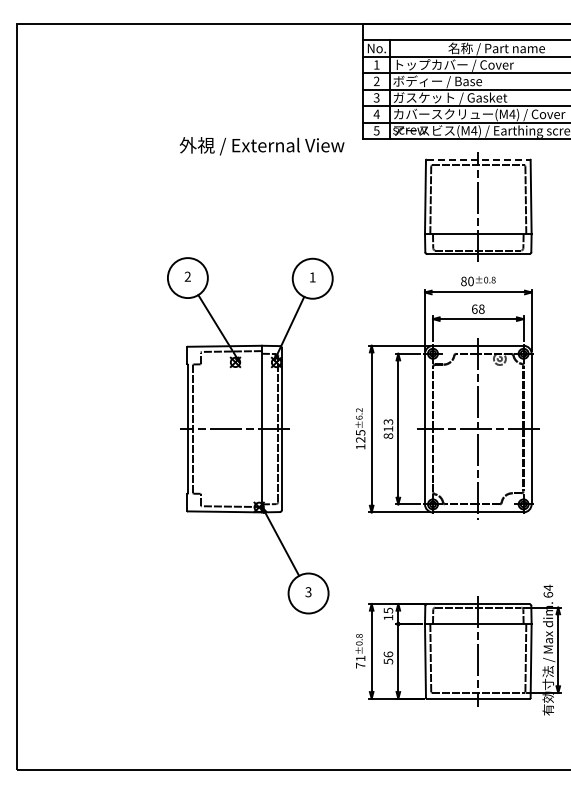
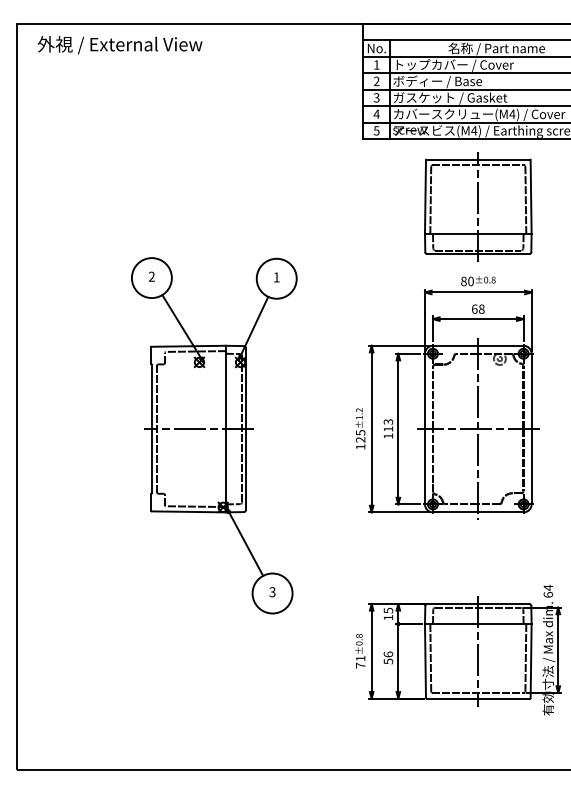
text at (261, 146) position: (261, 146) -> (119, 45)
line at (478, 159): dashed -> solid
text at (359, 417): ±6.2 -> ±1.2
part at (250, 435) position: (250, 435) -> (214, 435)
text at (388, 435): 813 -> 113
